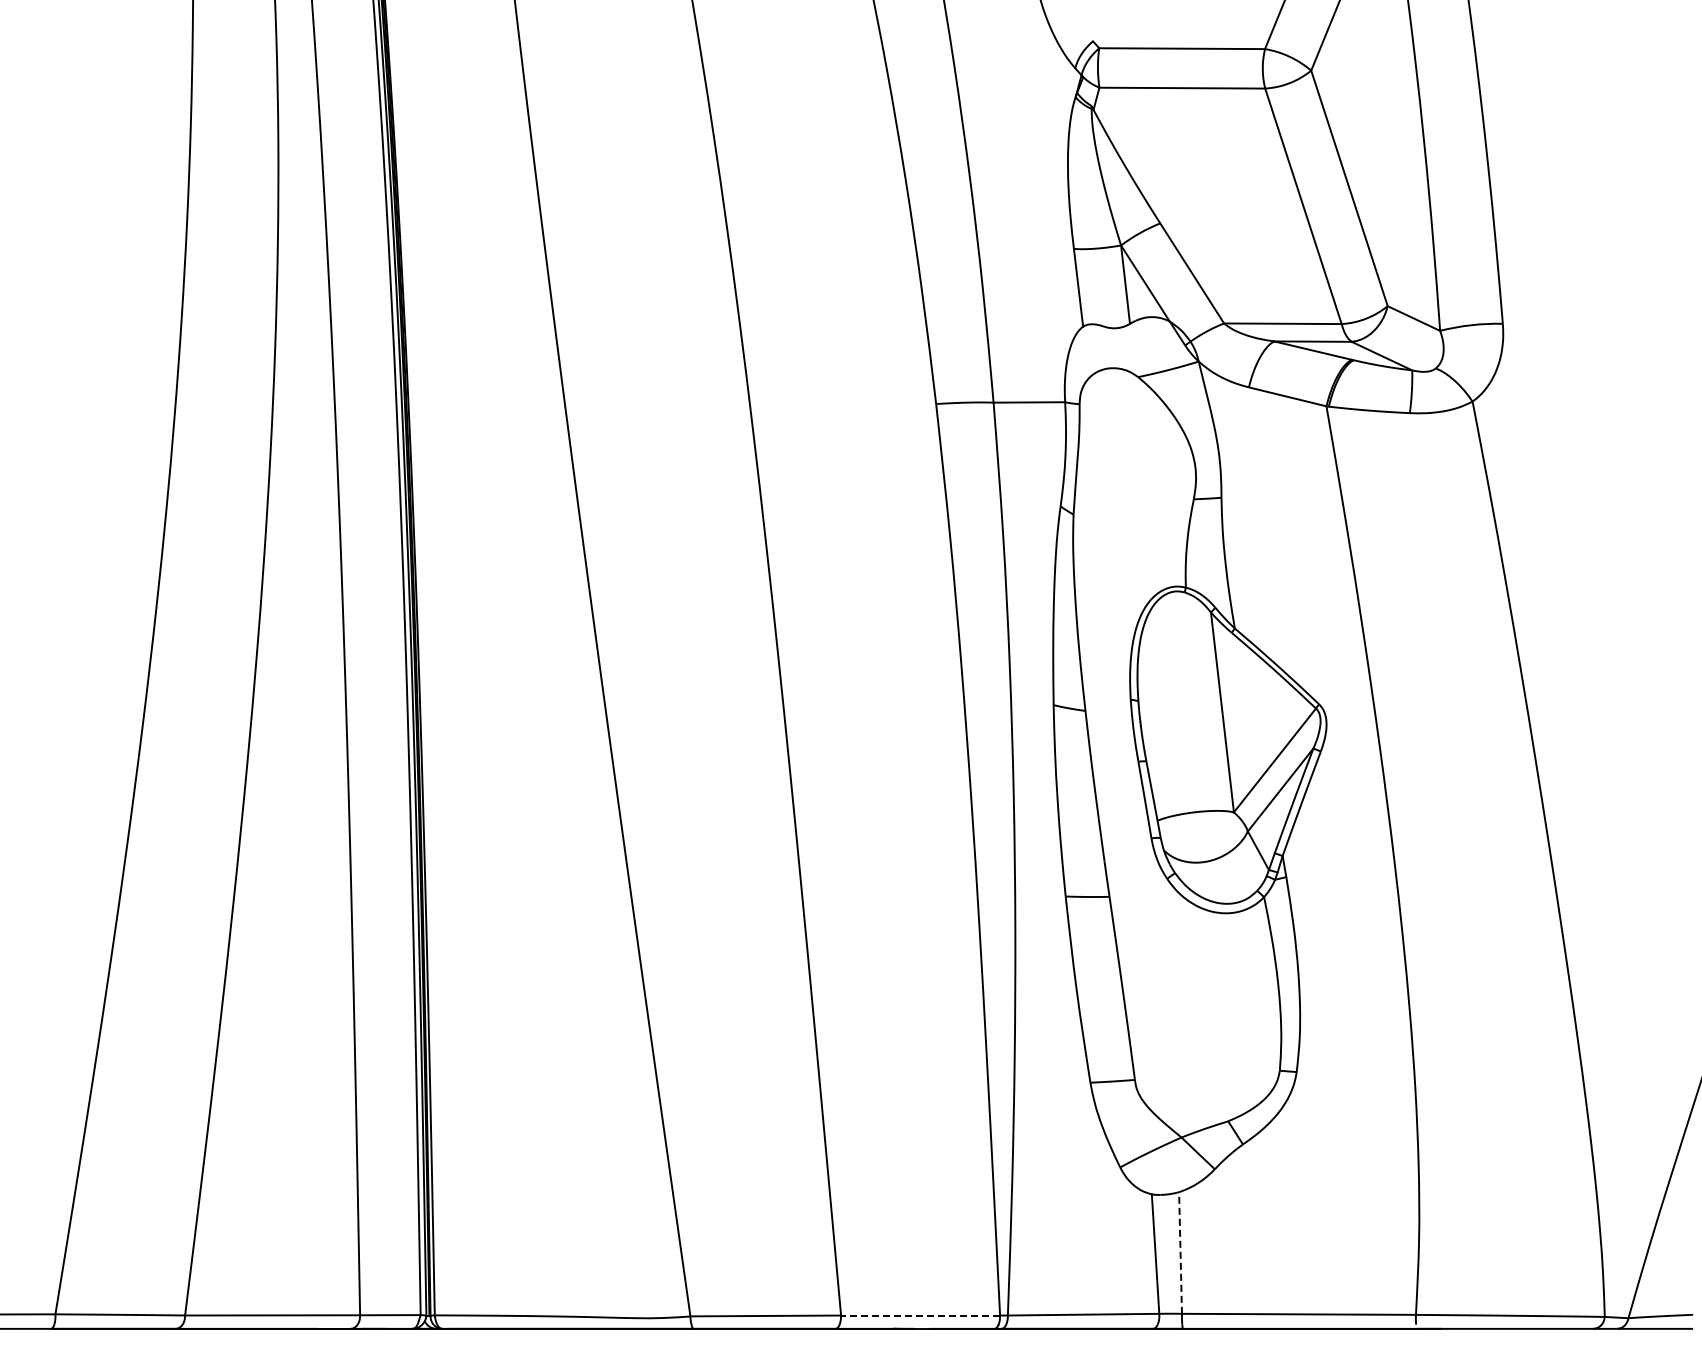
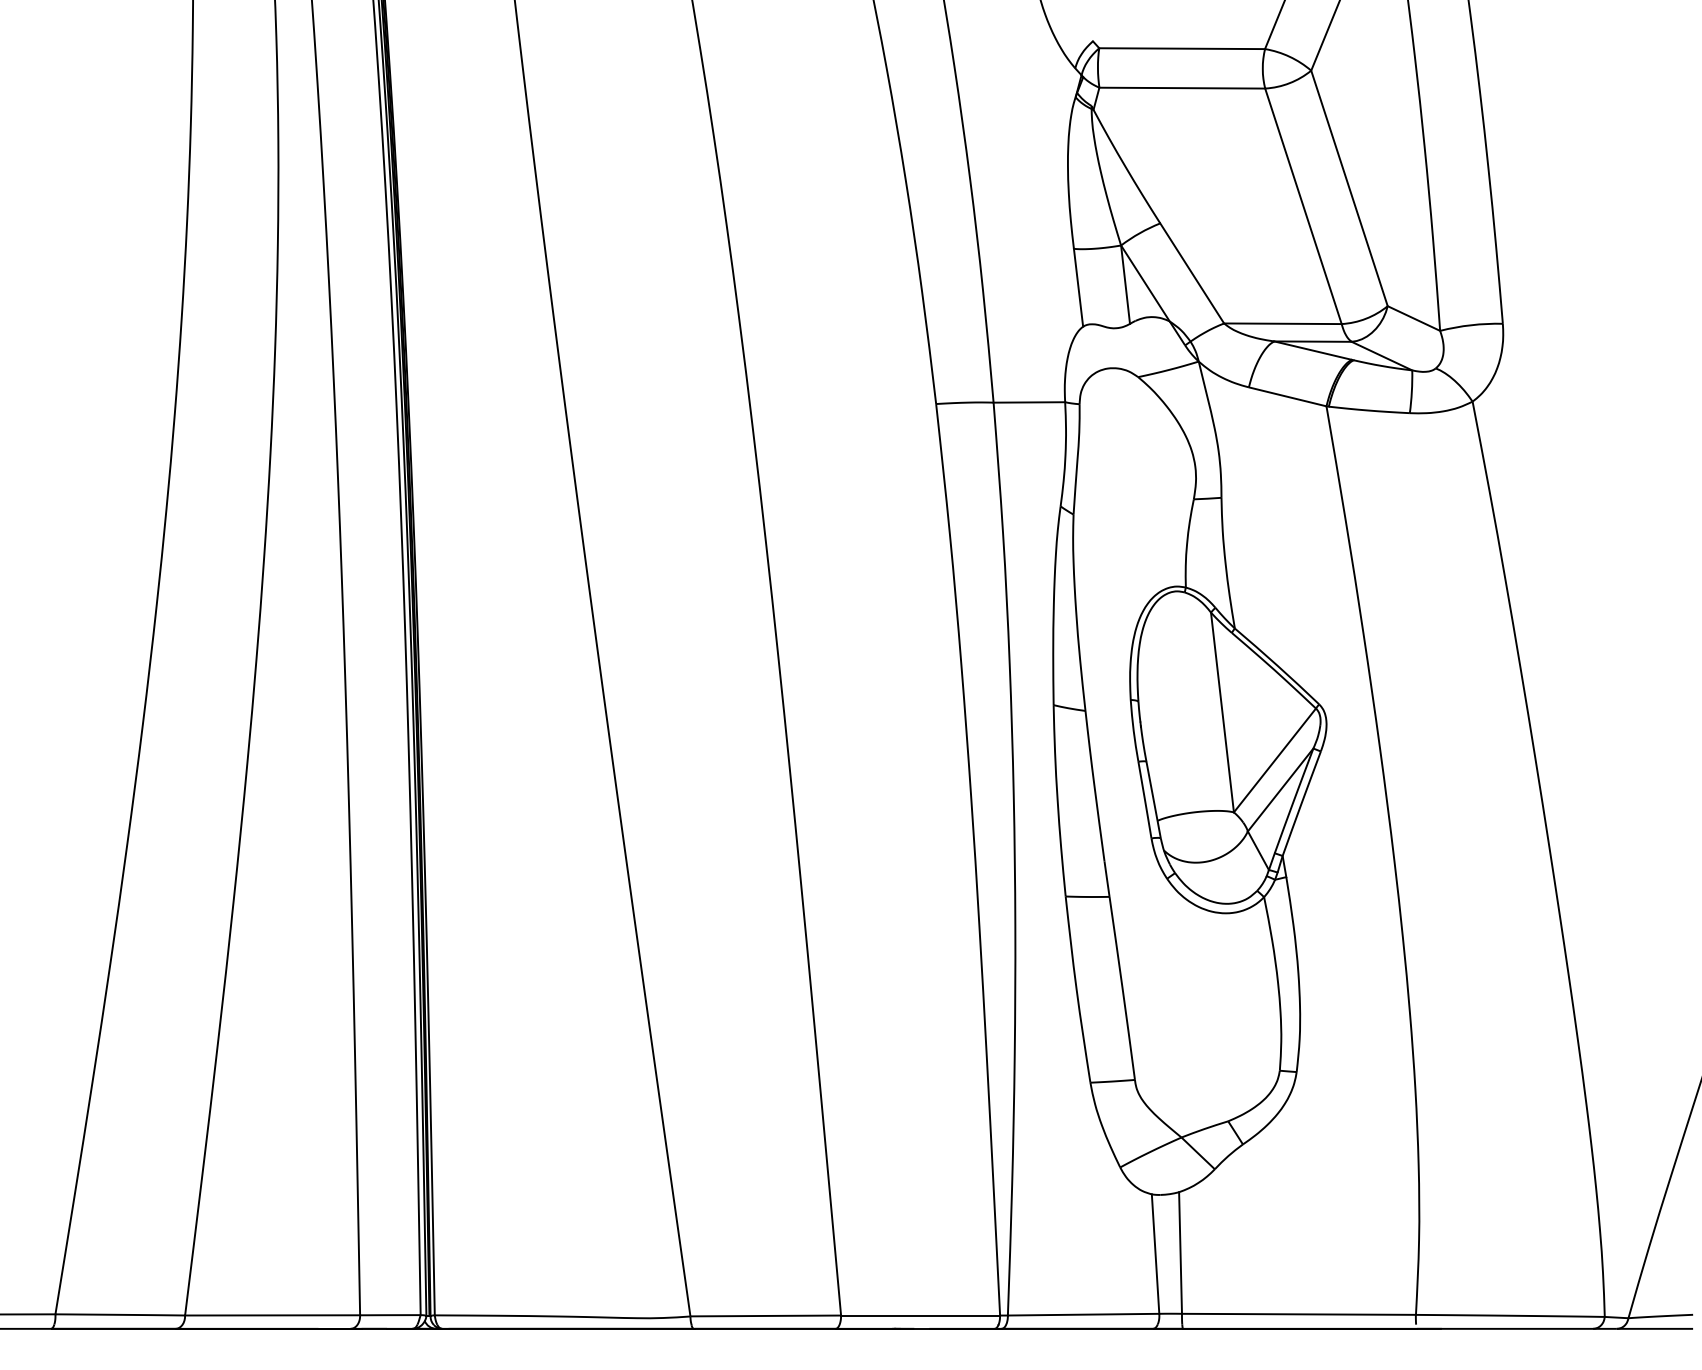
line at (1180, 1253): dashed -> solid
line at (920, 1315): dashed -> solid
